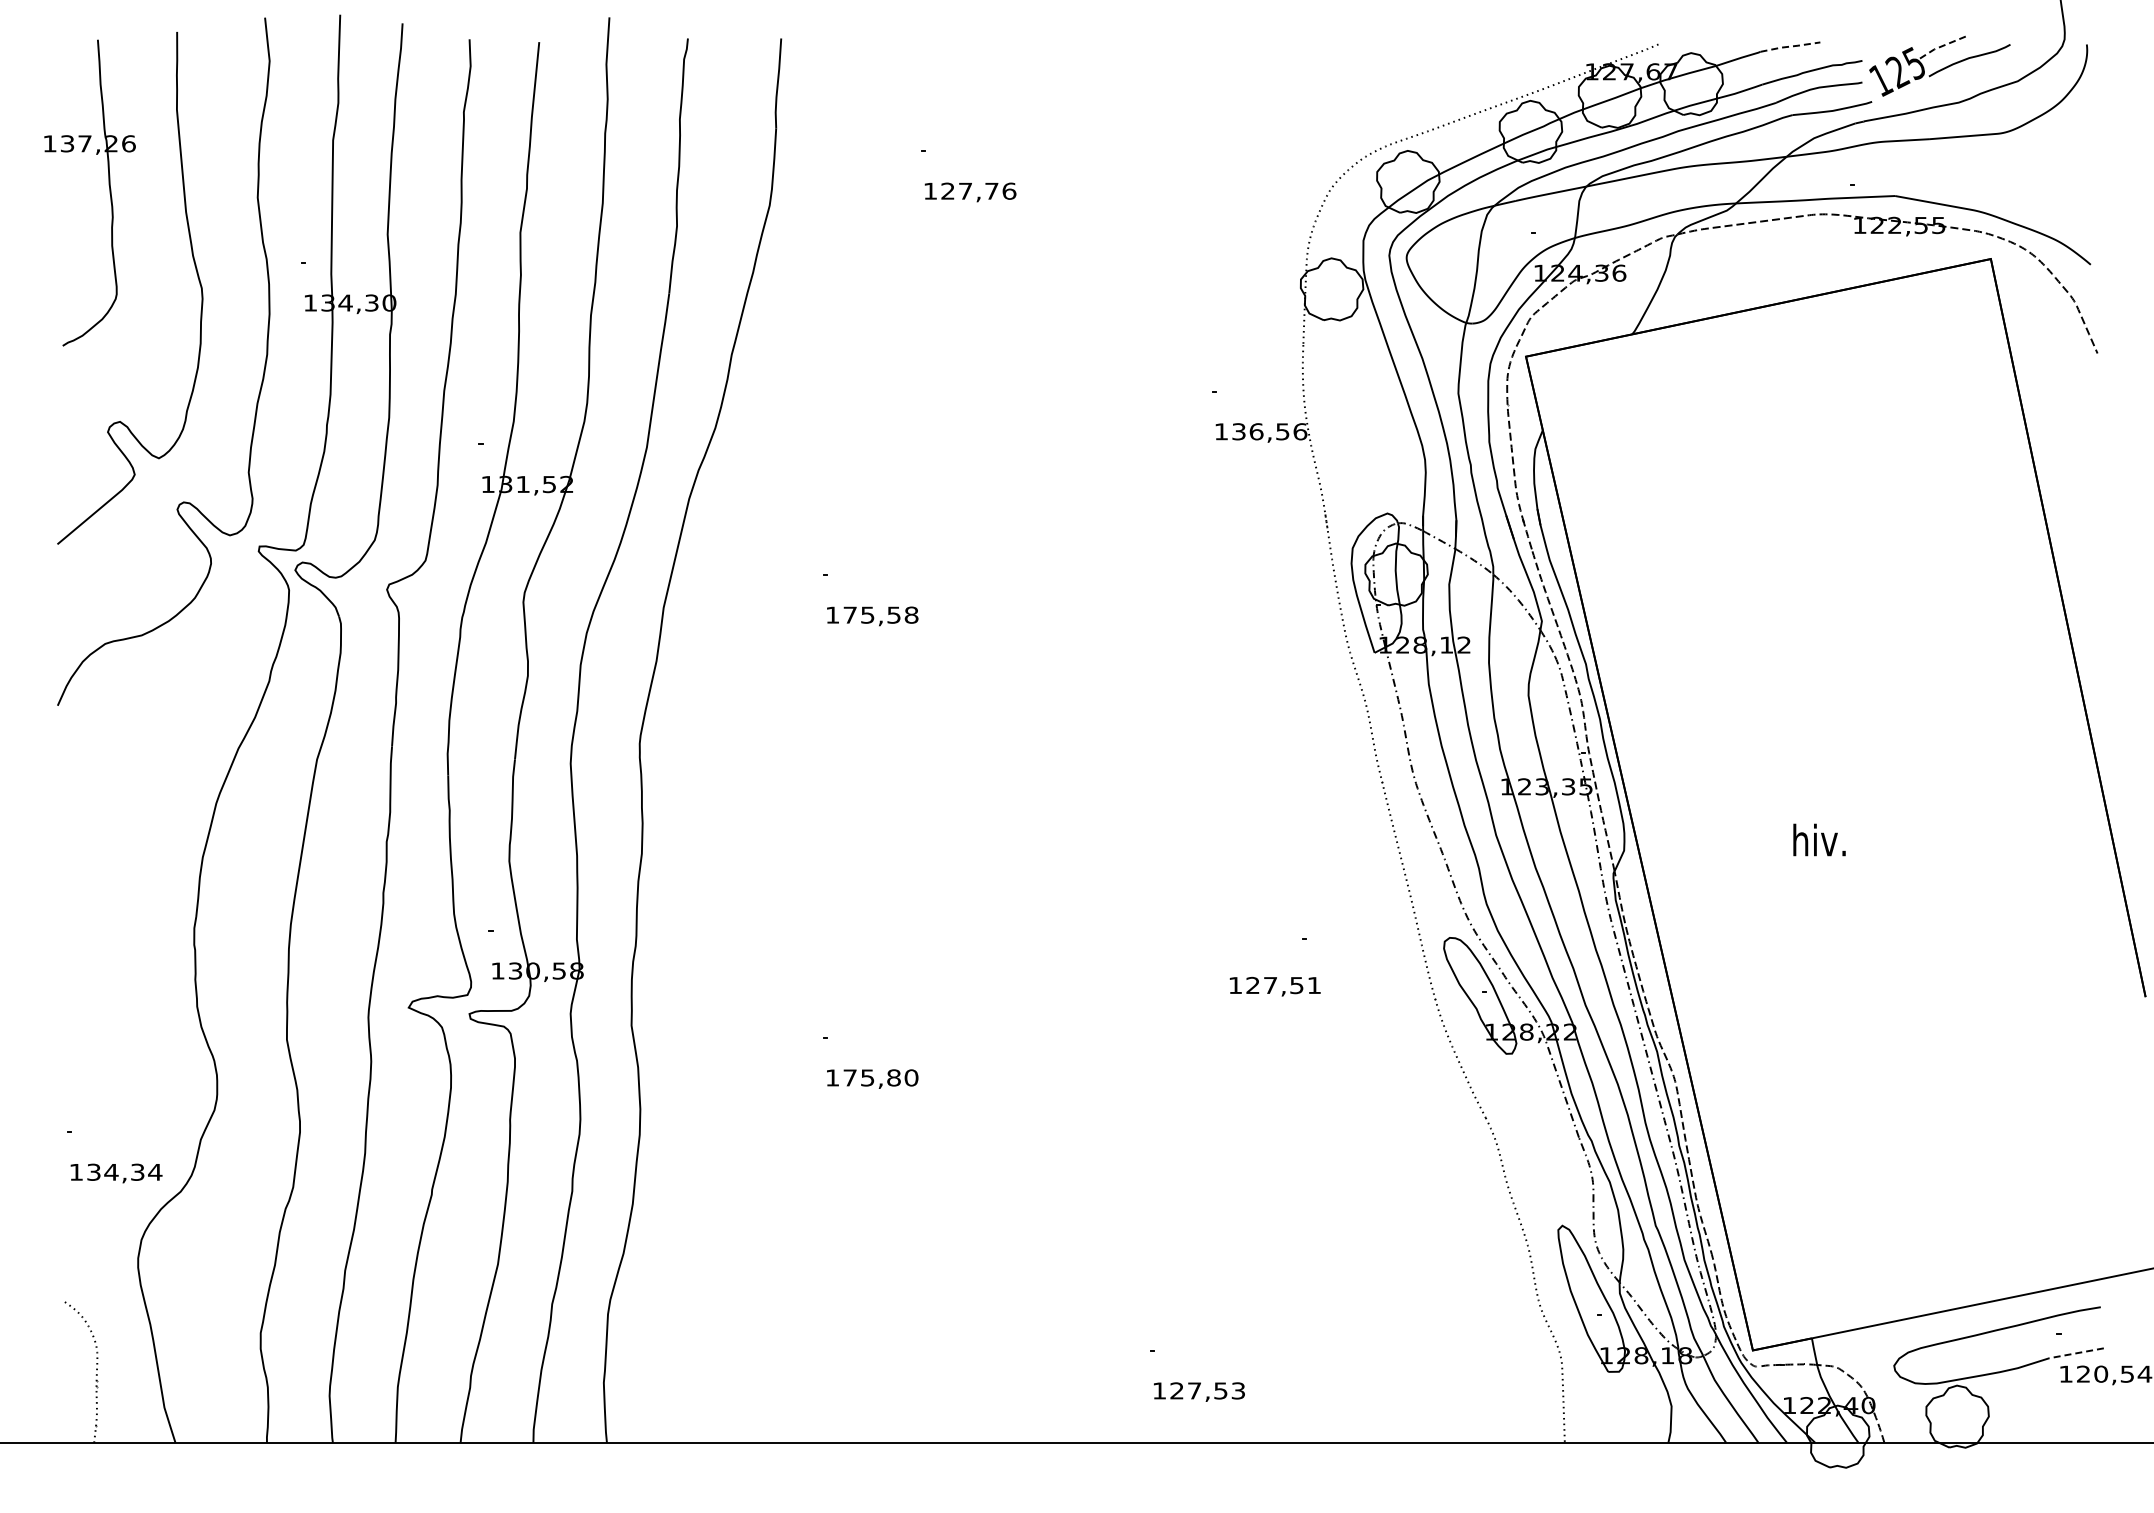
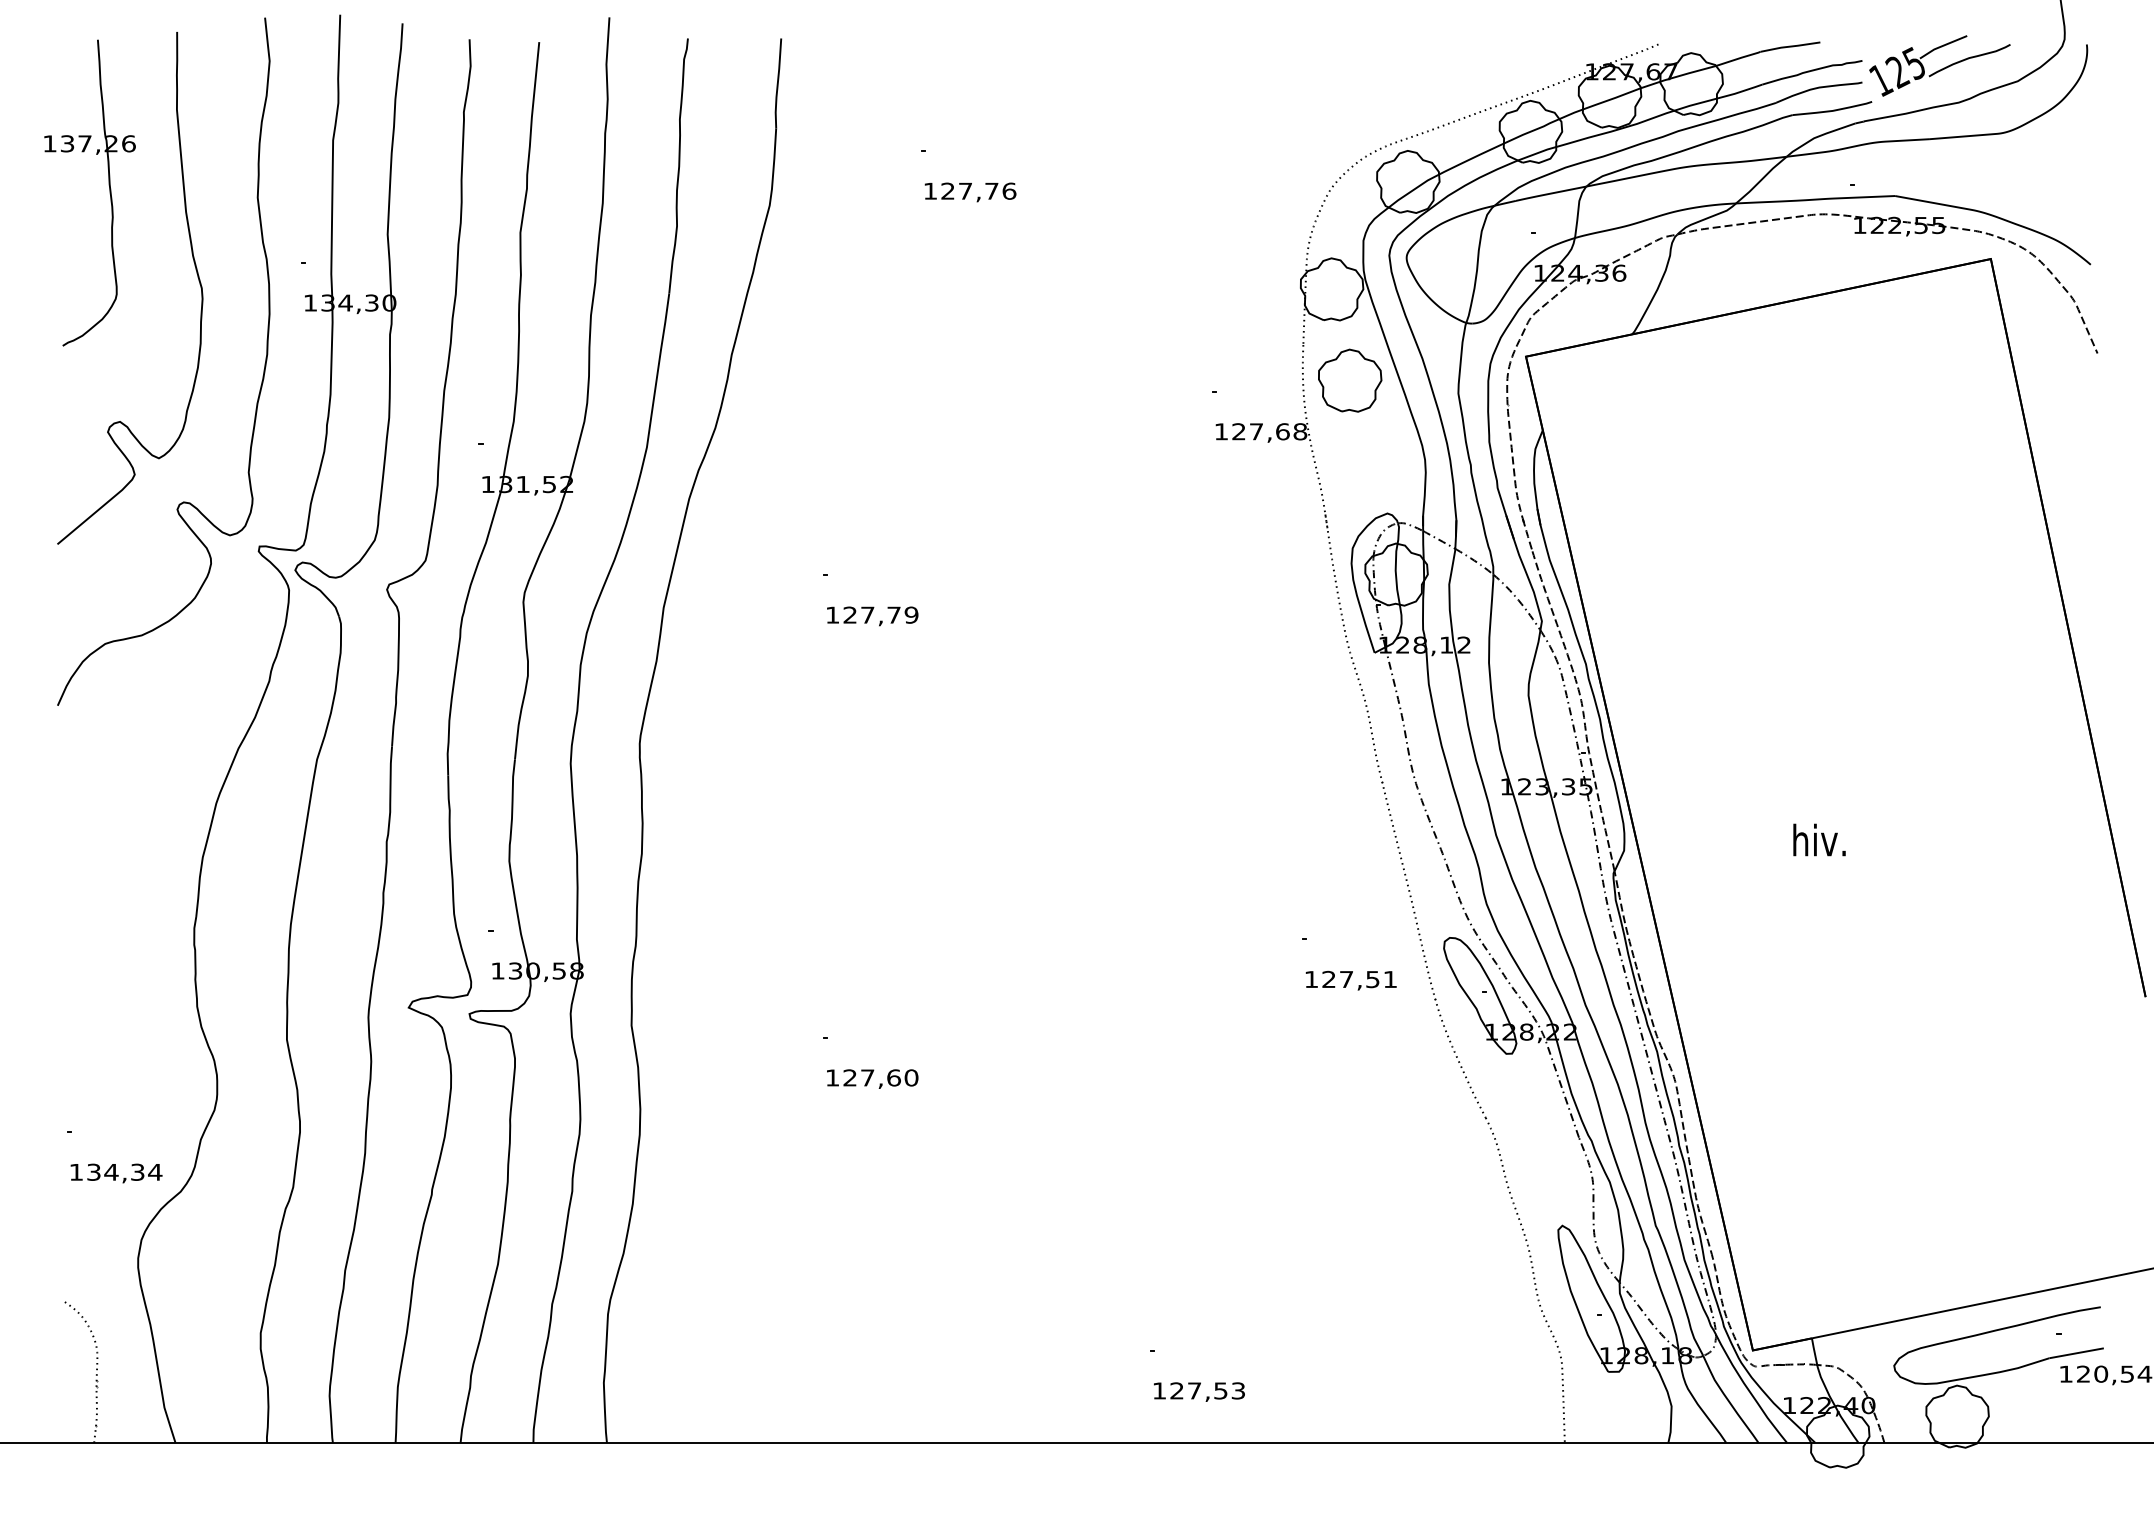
line at (1790, 46): dashed -> solid
line at (1942, 46): dashed -> solid
part at (1350, 380): none -> present
text at (1269, 431): 136,56 -> 127,68
text at (880, 614): 175,58 -> 127,79
text at (1274, 986) position: (1274, 986) -> (1350, 980)
text at (871, 1077): 175,80 -> 127,60
line at (2076, 1353): dashed -> solid
